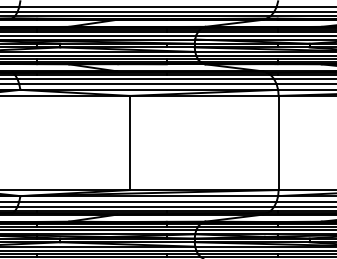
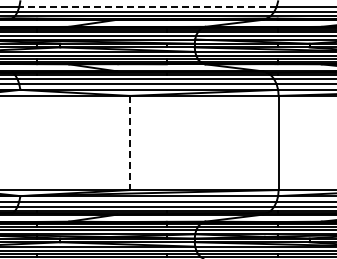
line at (147, 6): solid -> dashed
line at (130, 143): solid -> dashed
